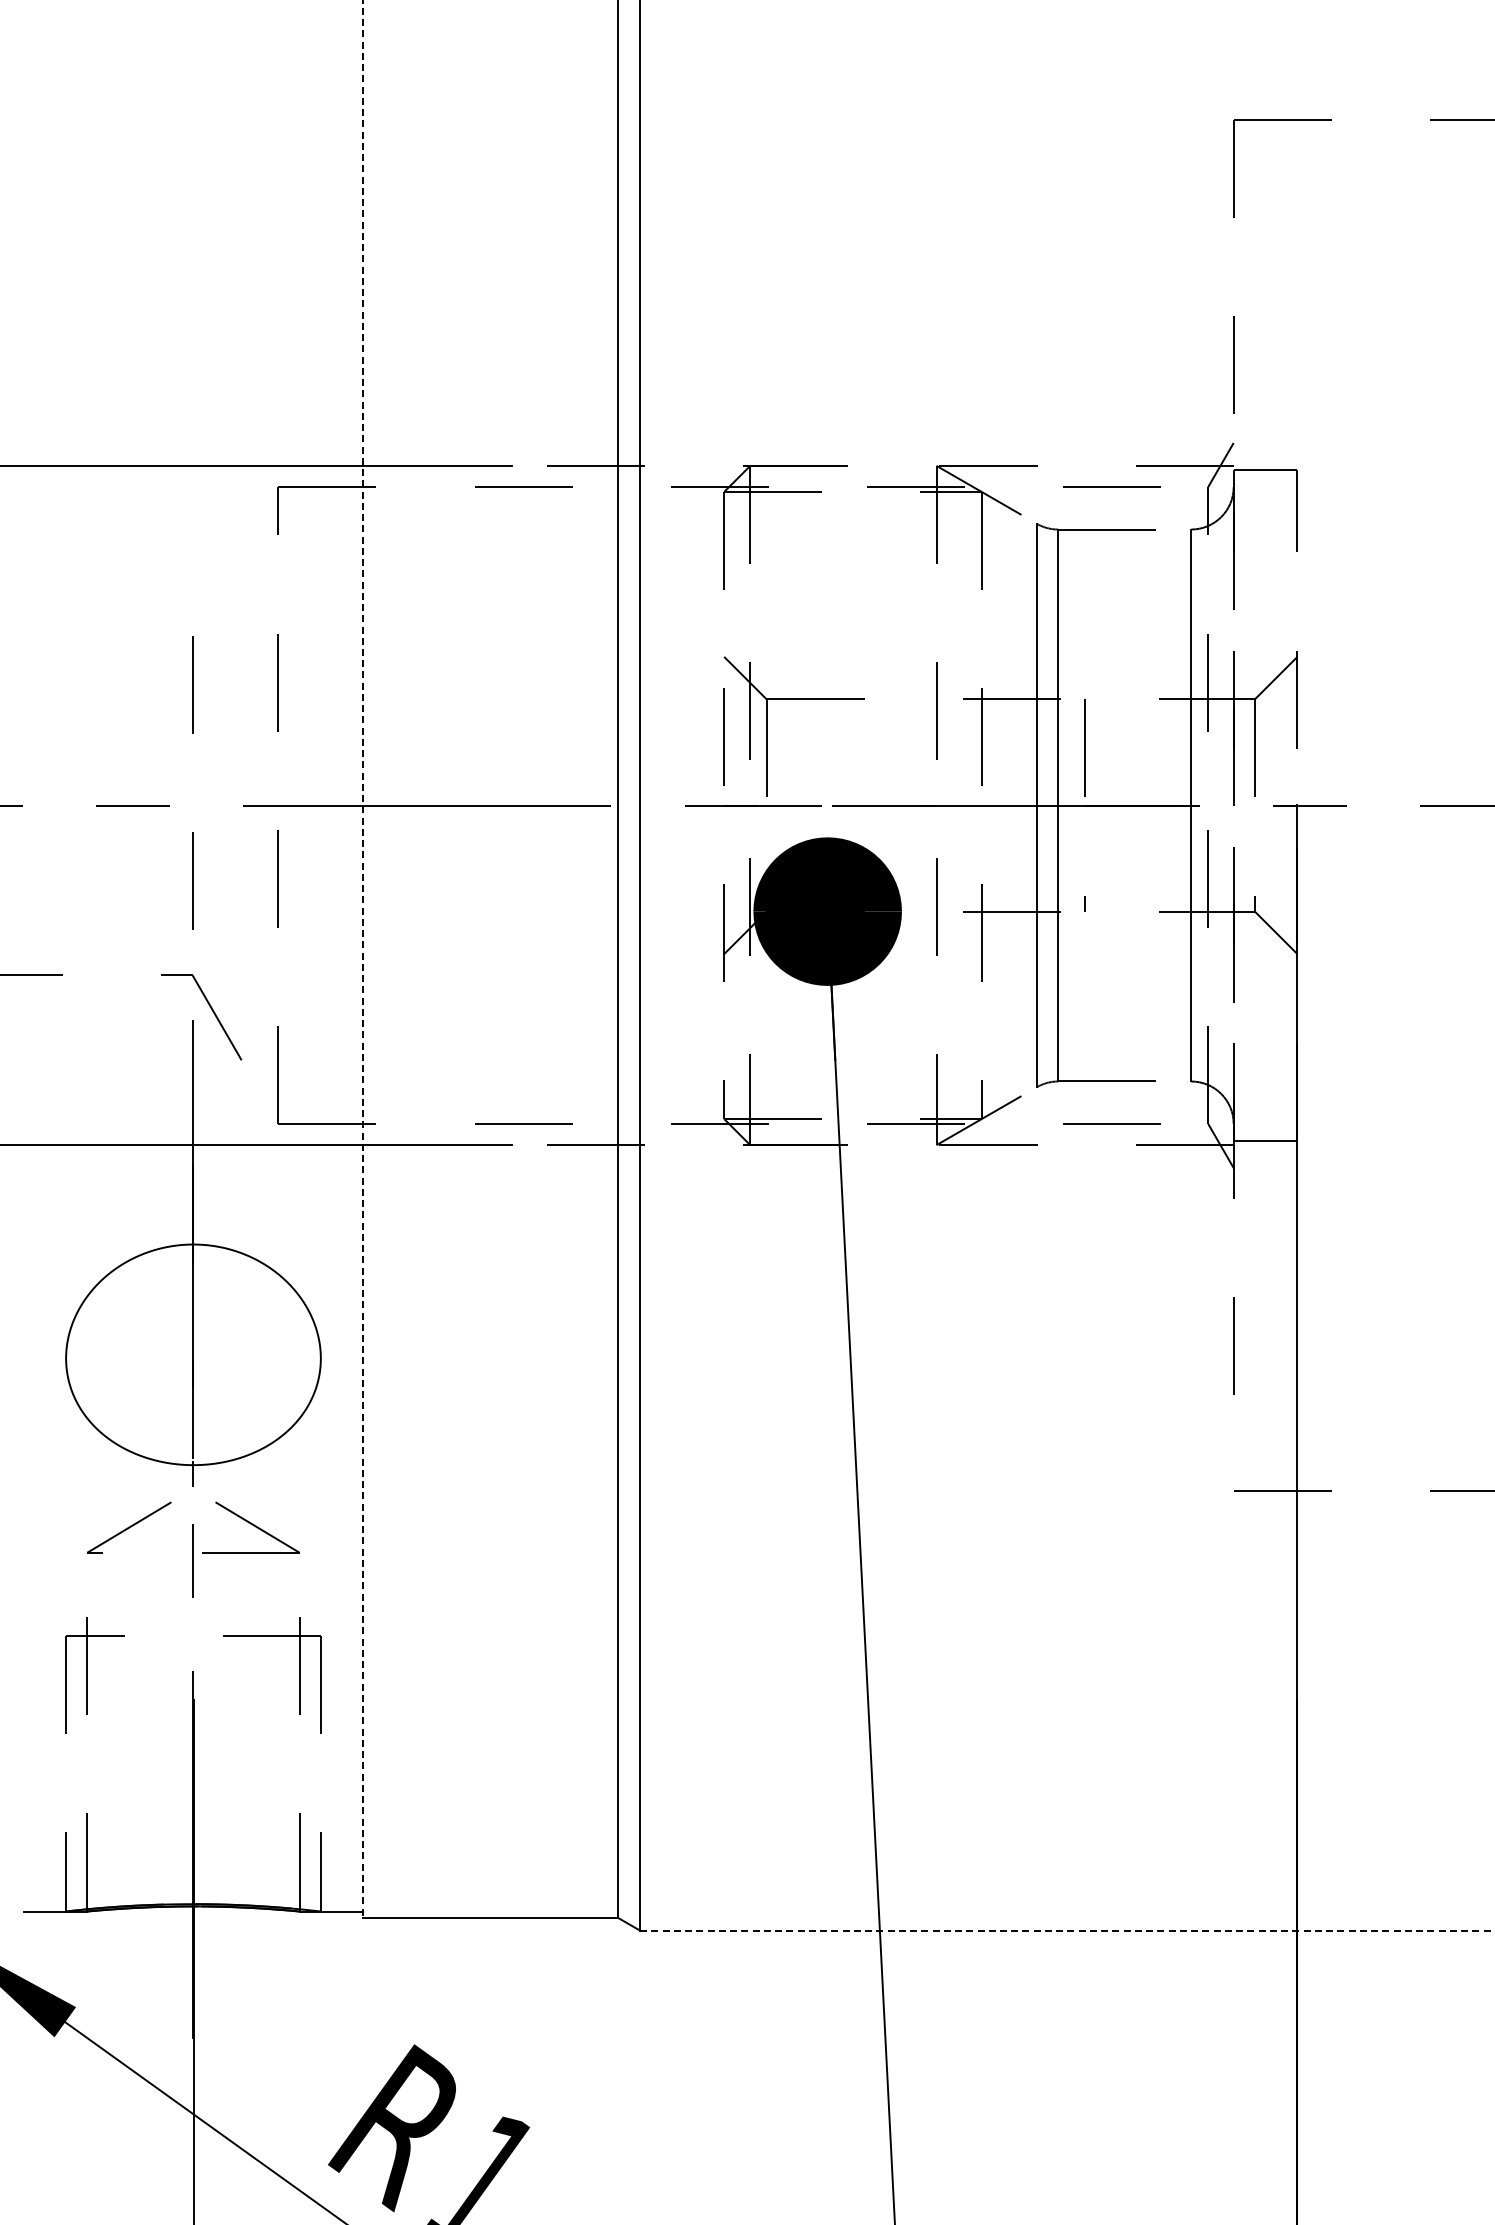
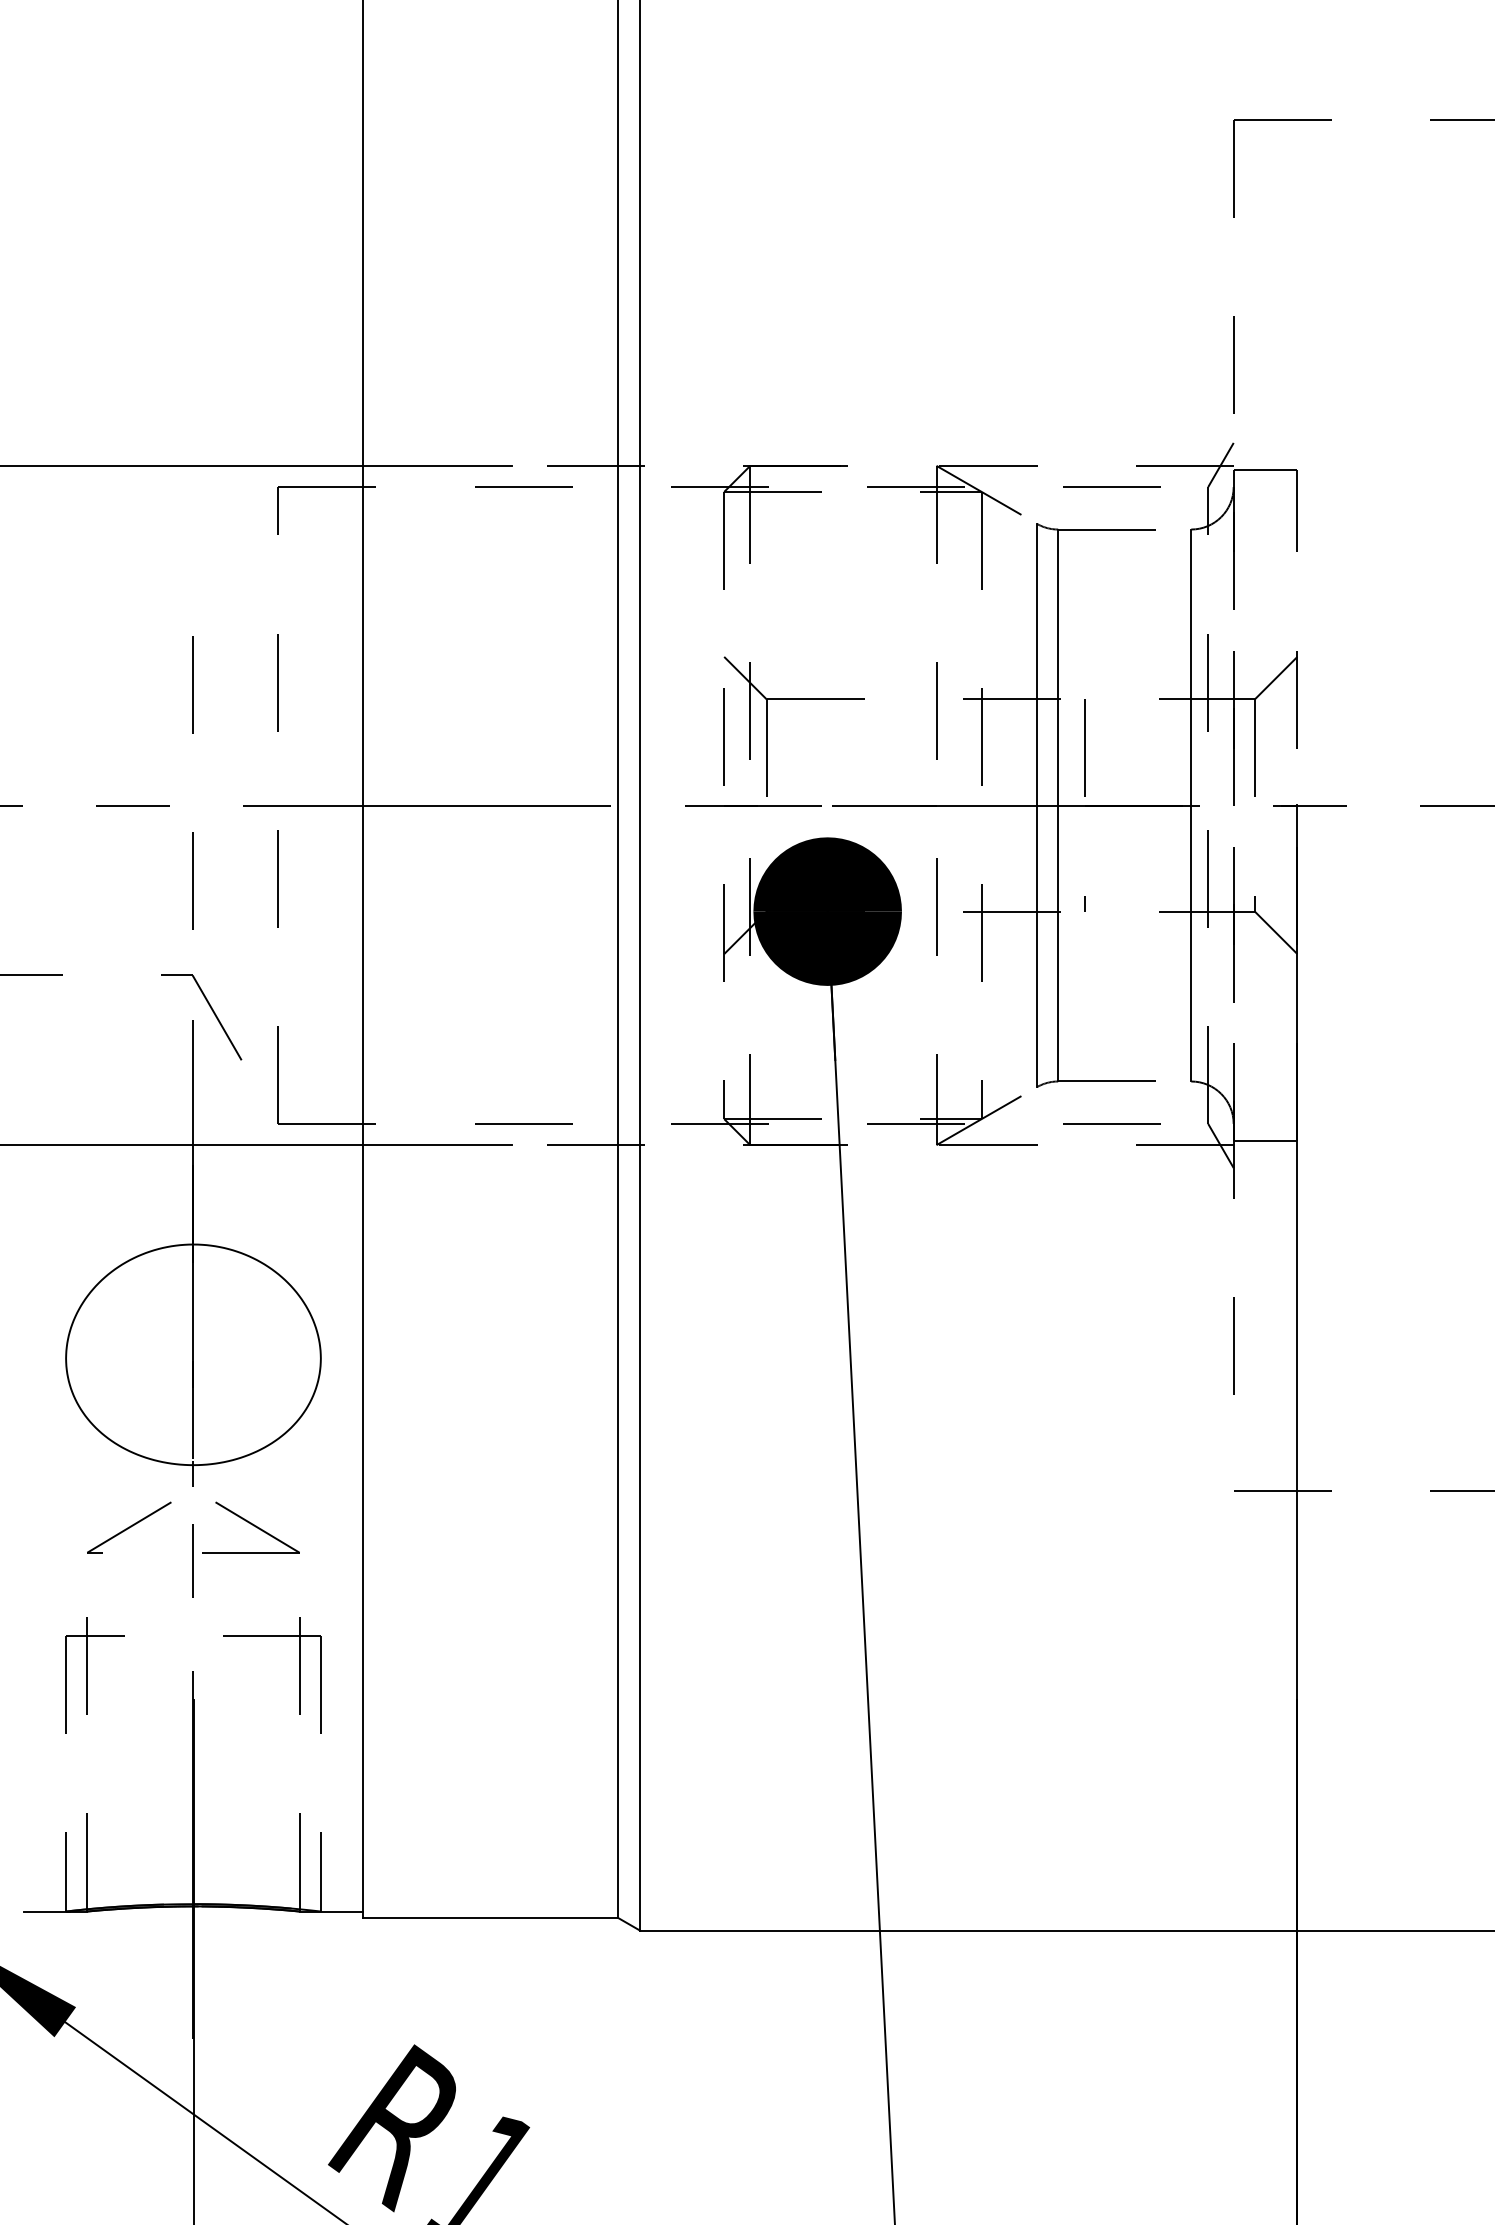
line at (363, 959): dashed -> solid
line at (1067, 1930): dashed -> solid
